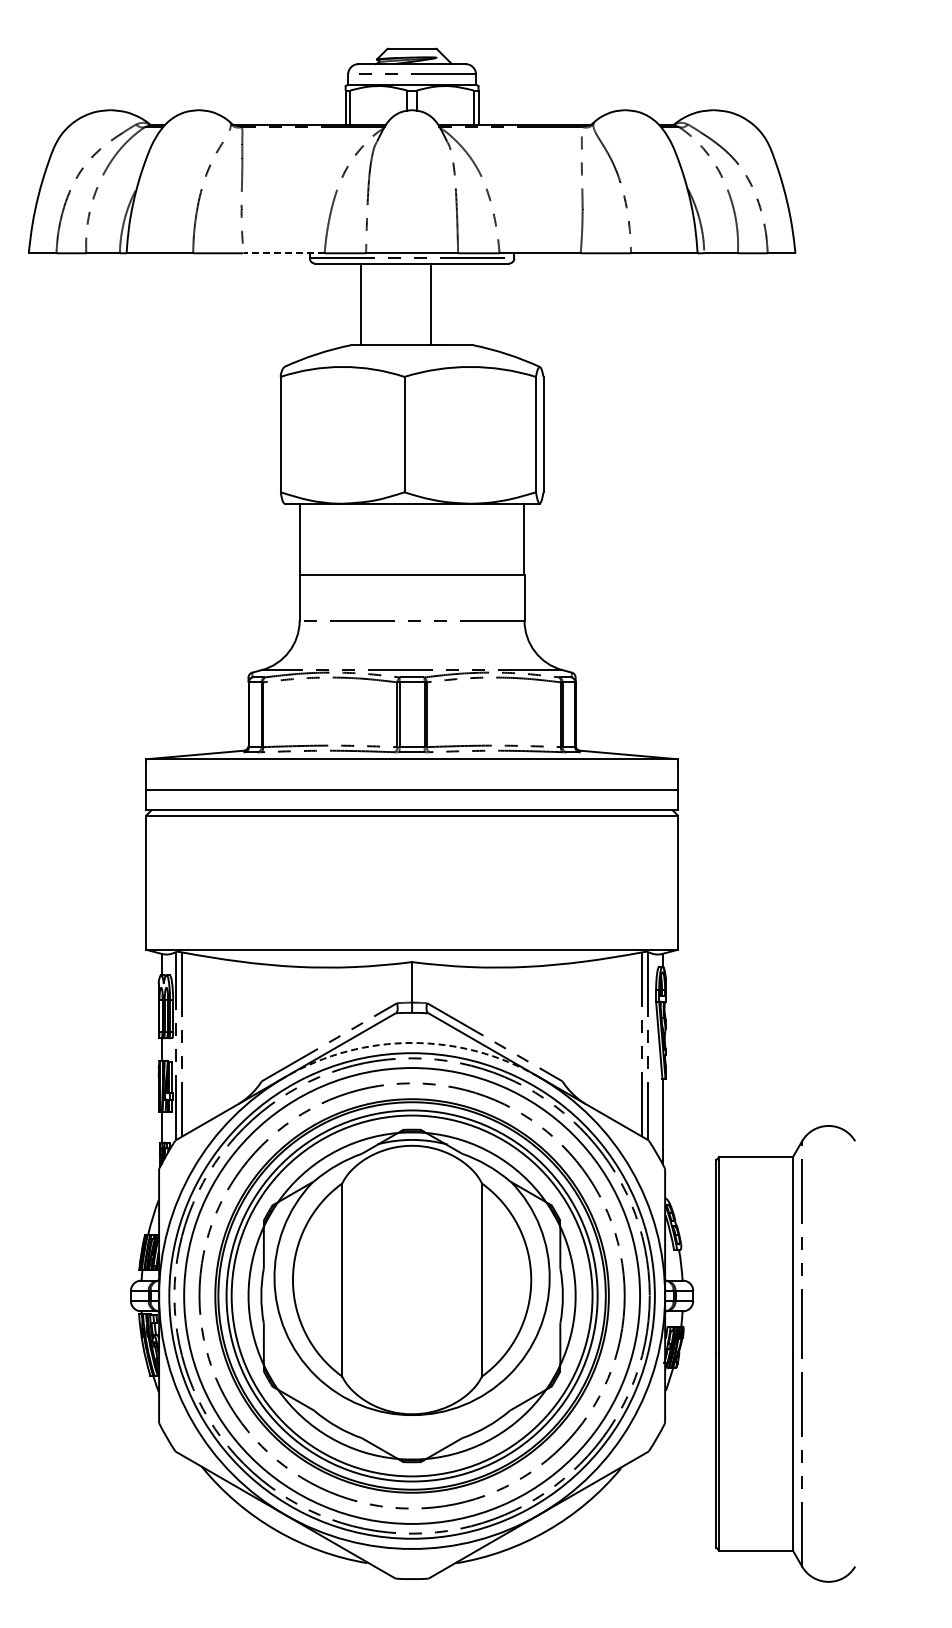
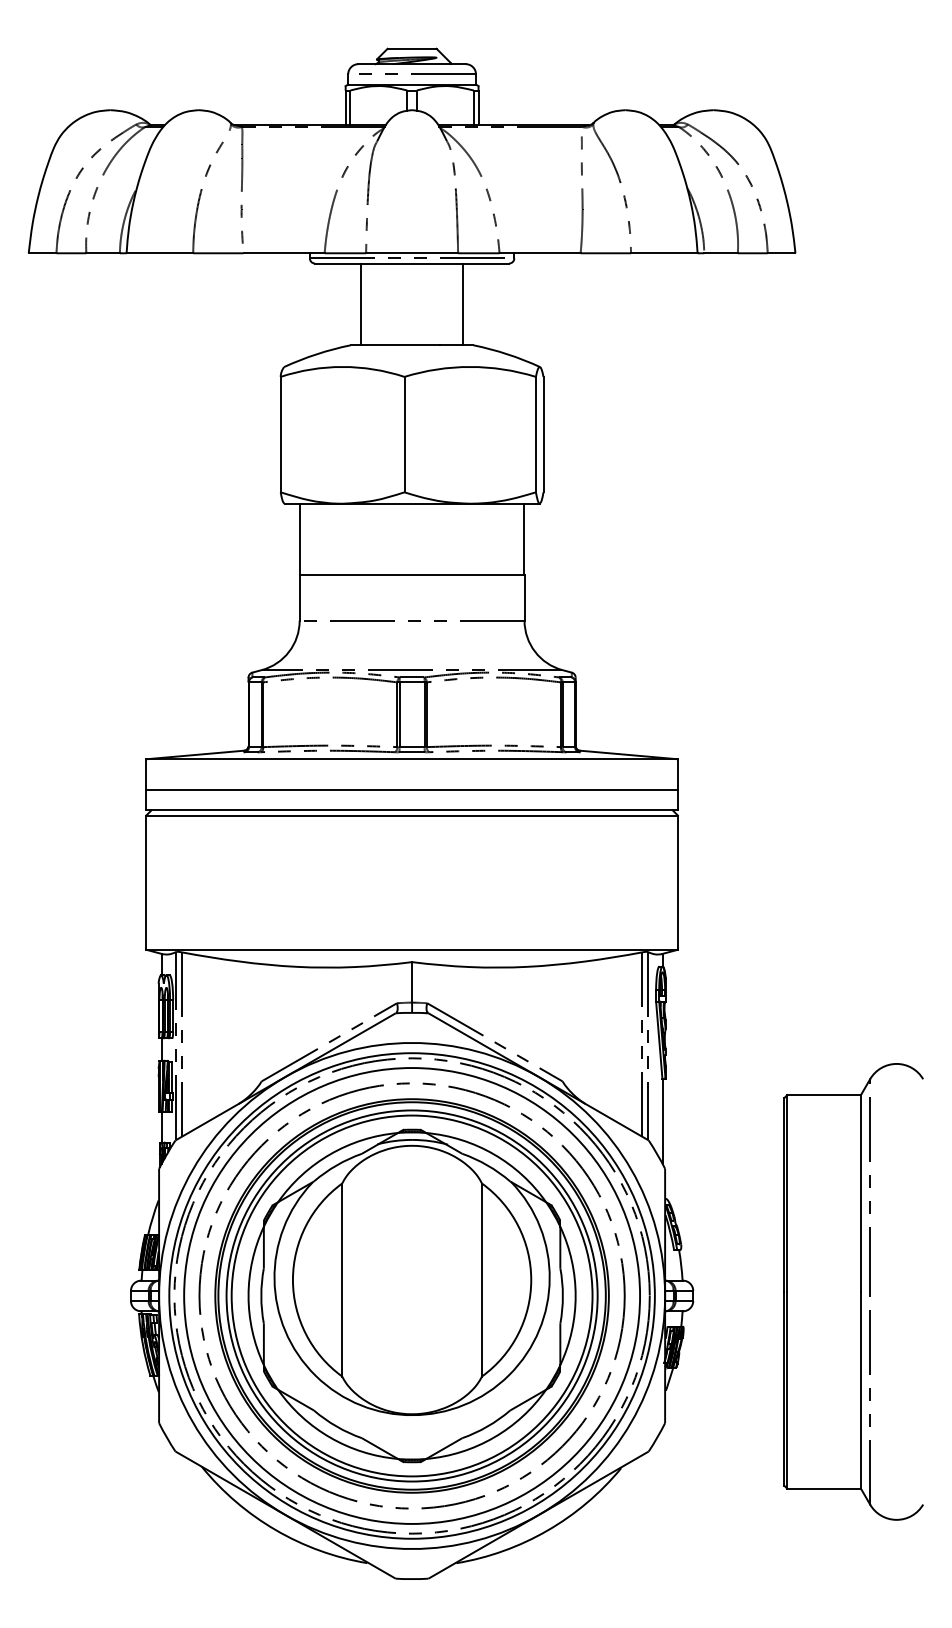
line at (284, 253): dashed -> solid
line at (431, 304) position: (431, 304) -> (463, 304)
arc at (412, 1042): dashed -> solid
part at (785, 1353) position: (785, 1353) -> (853, 1291)
